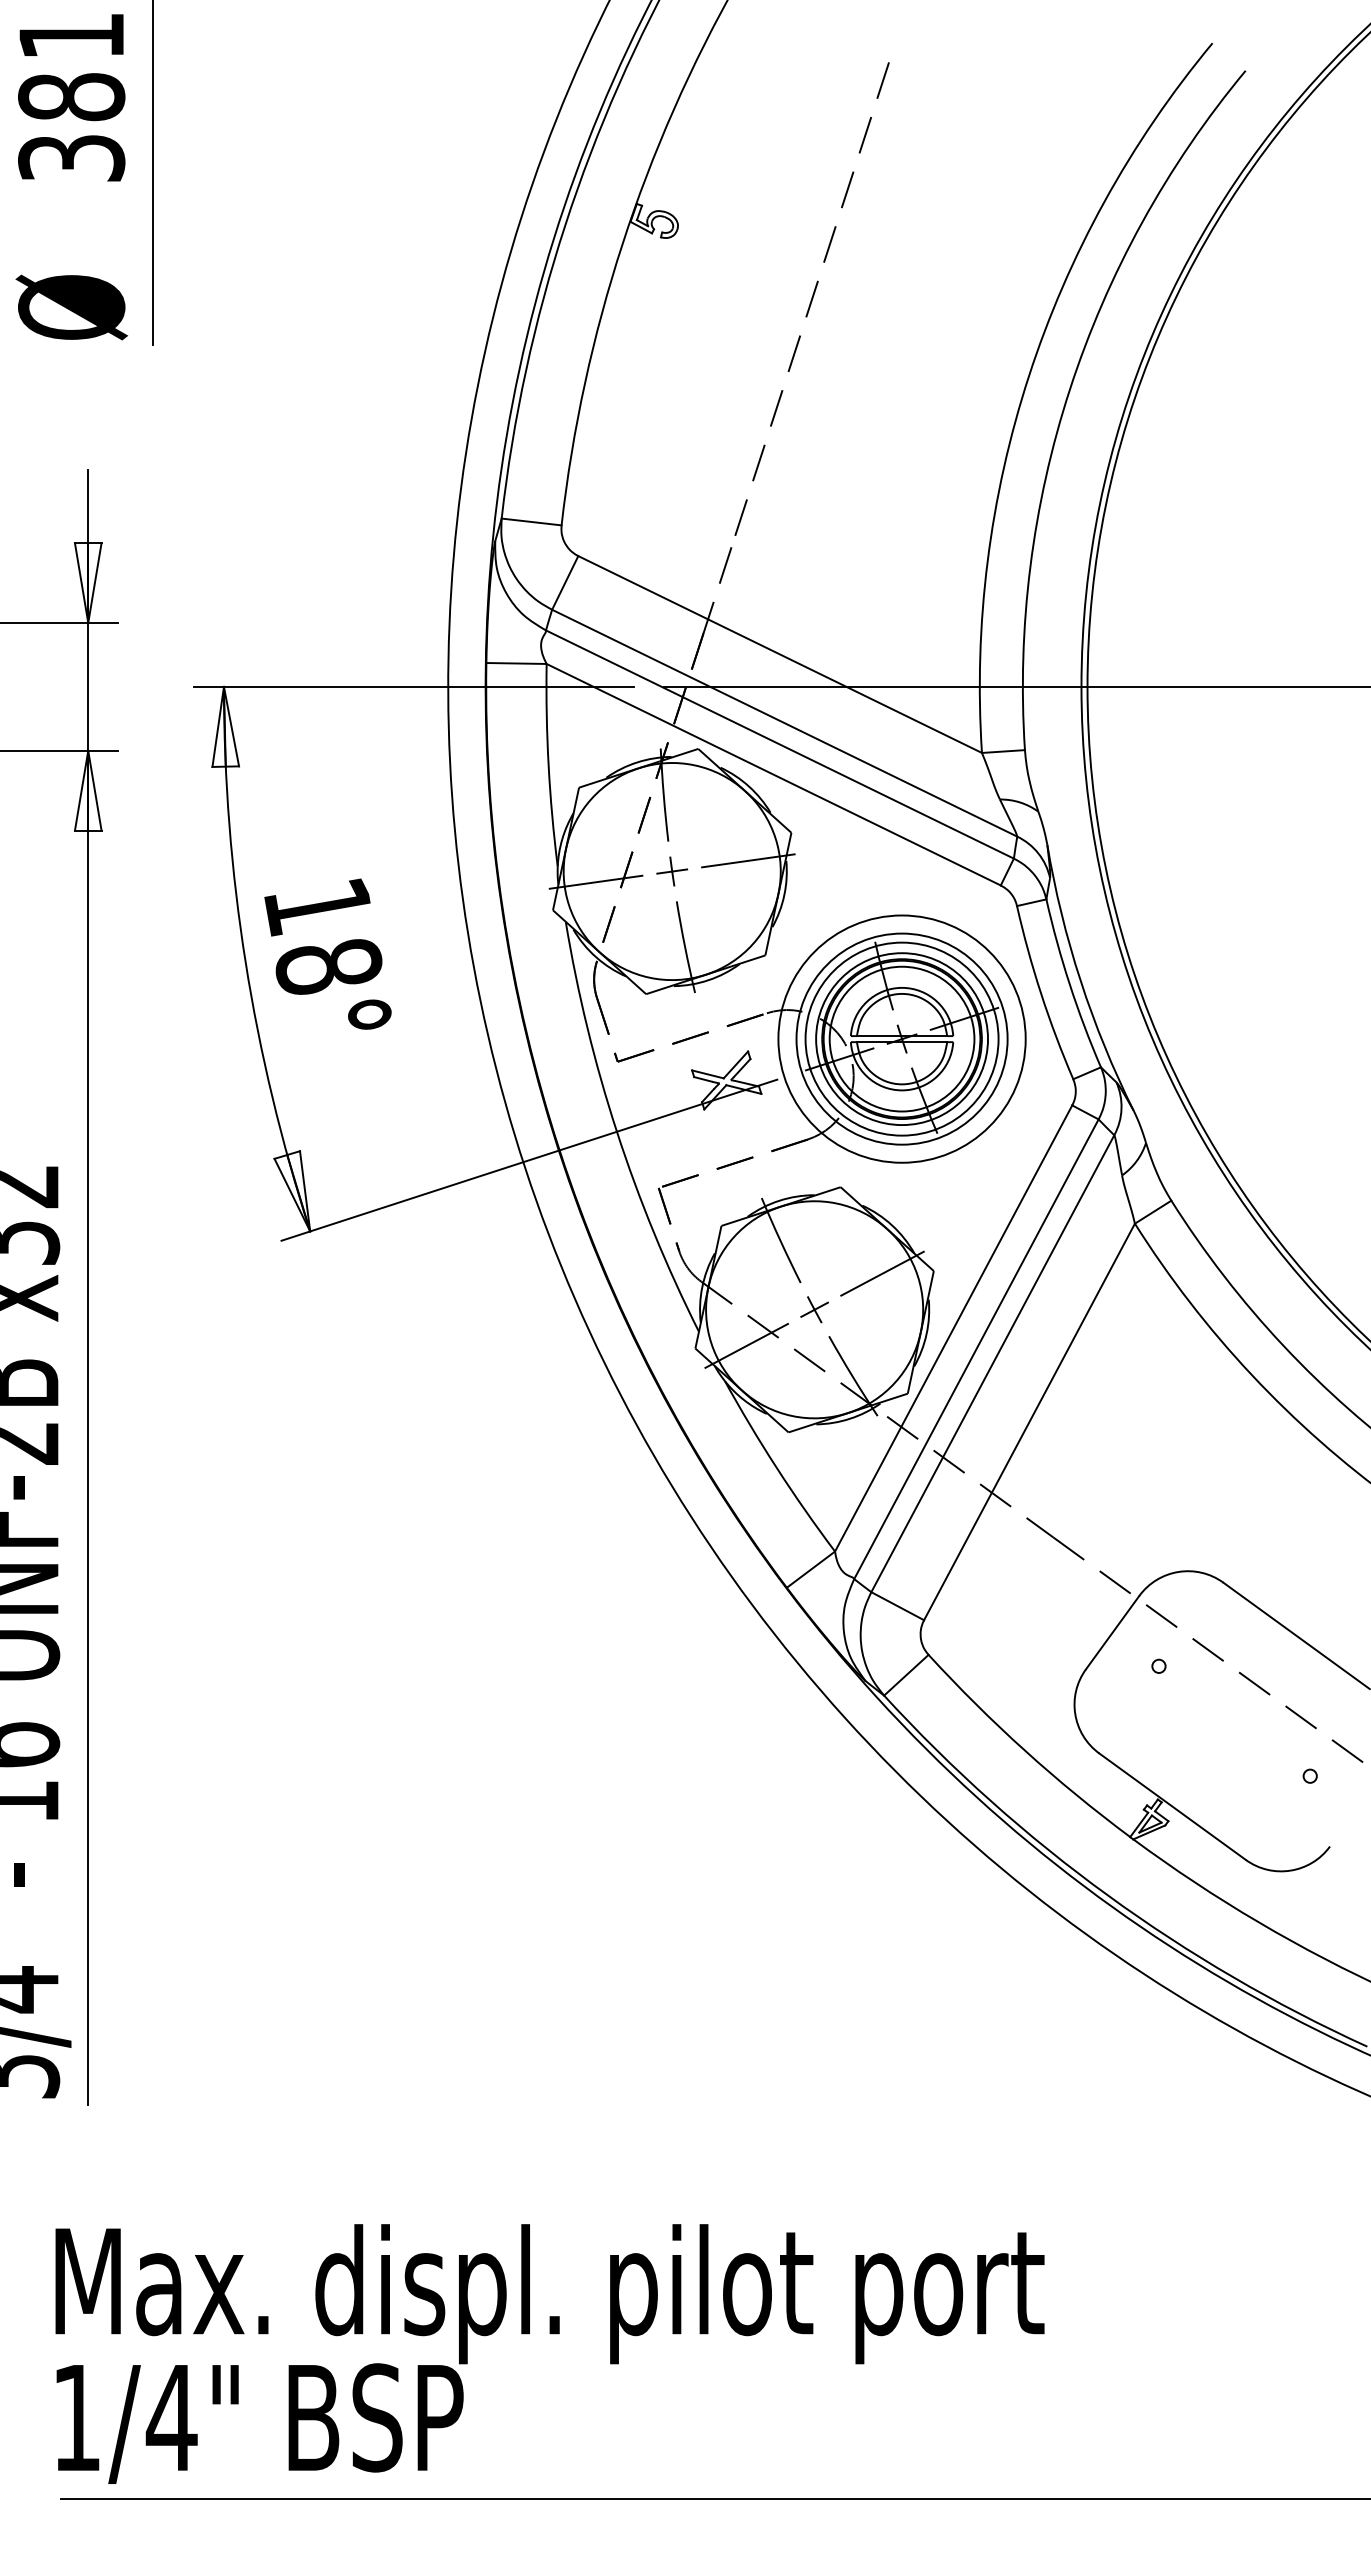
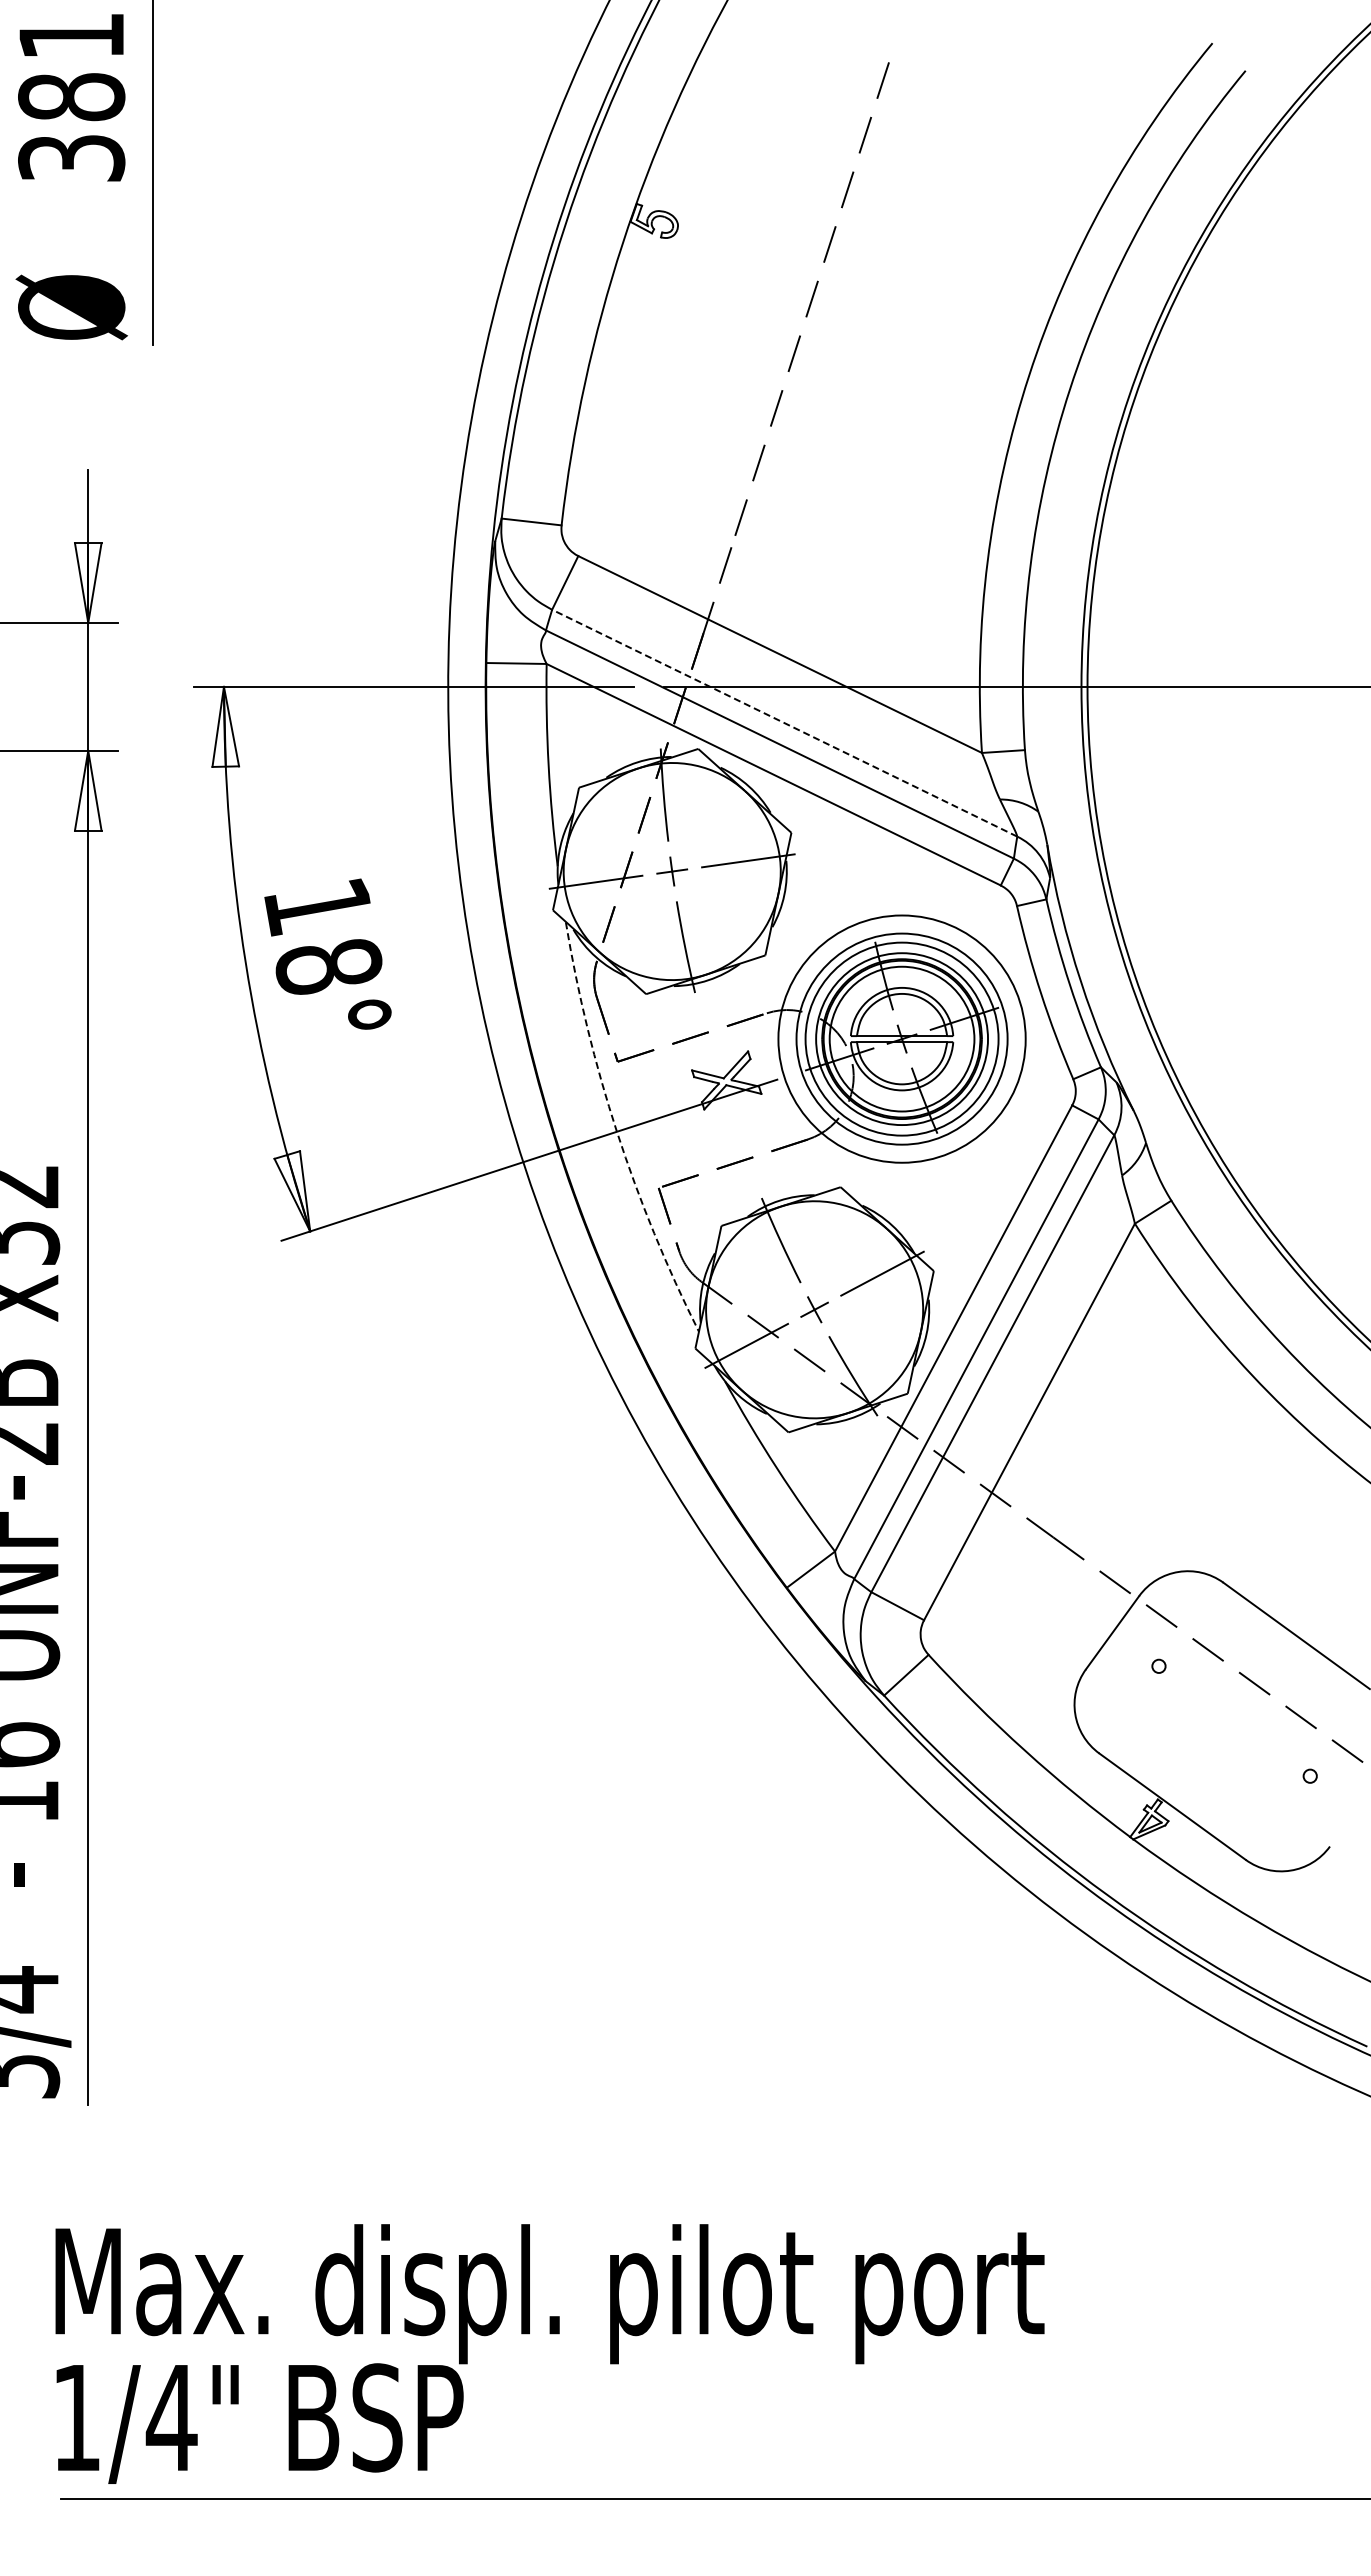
line at (784, 723): solid -> dashed
arc at (617, 1132): solid -> dashed
